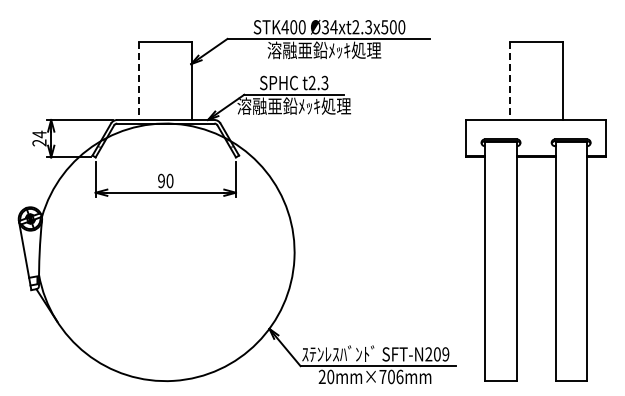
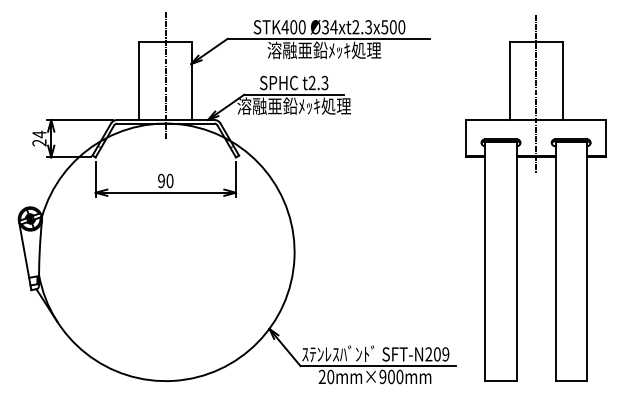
line at (165, 75): none -> present
line at (139, 81): dashed -> solid
line at (509, 81): dashed -> solid
line at (536, 93): none -> present
text at (391, 376): 20mm×706mm -> 20mm×900mm
